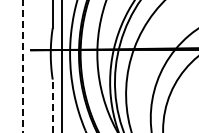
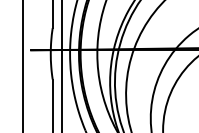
line at (22, 66): dashed -> solid
line at (52, 105): dashed -> solid
